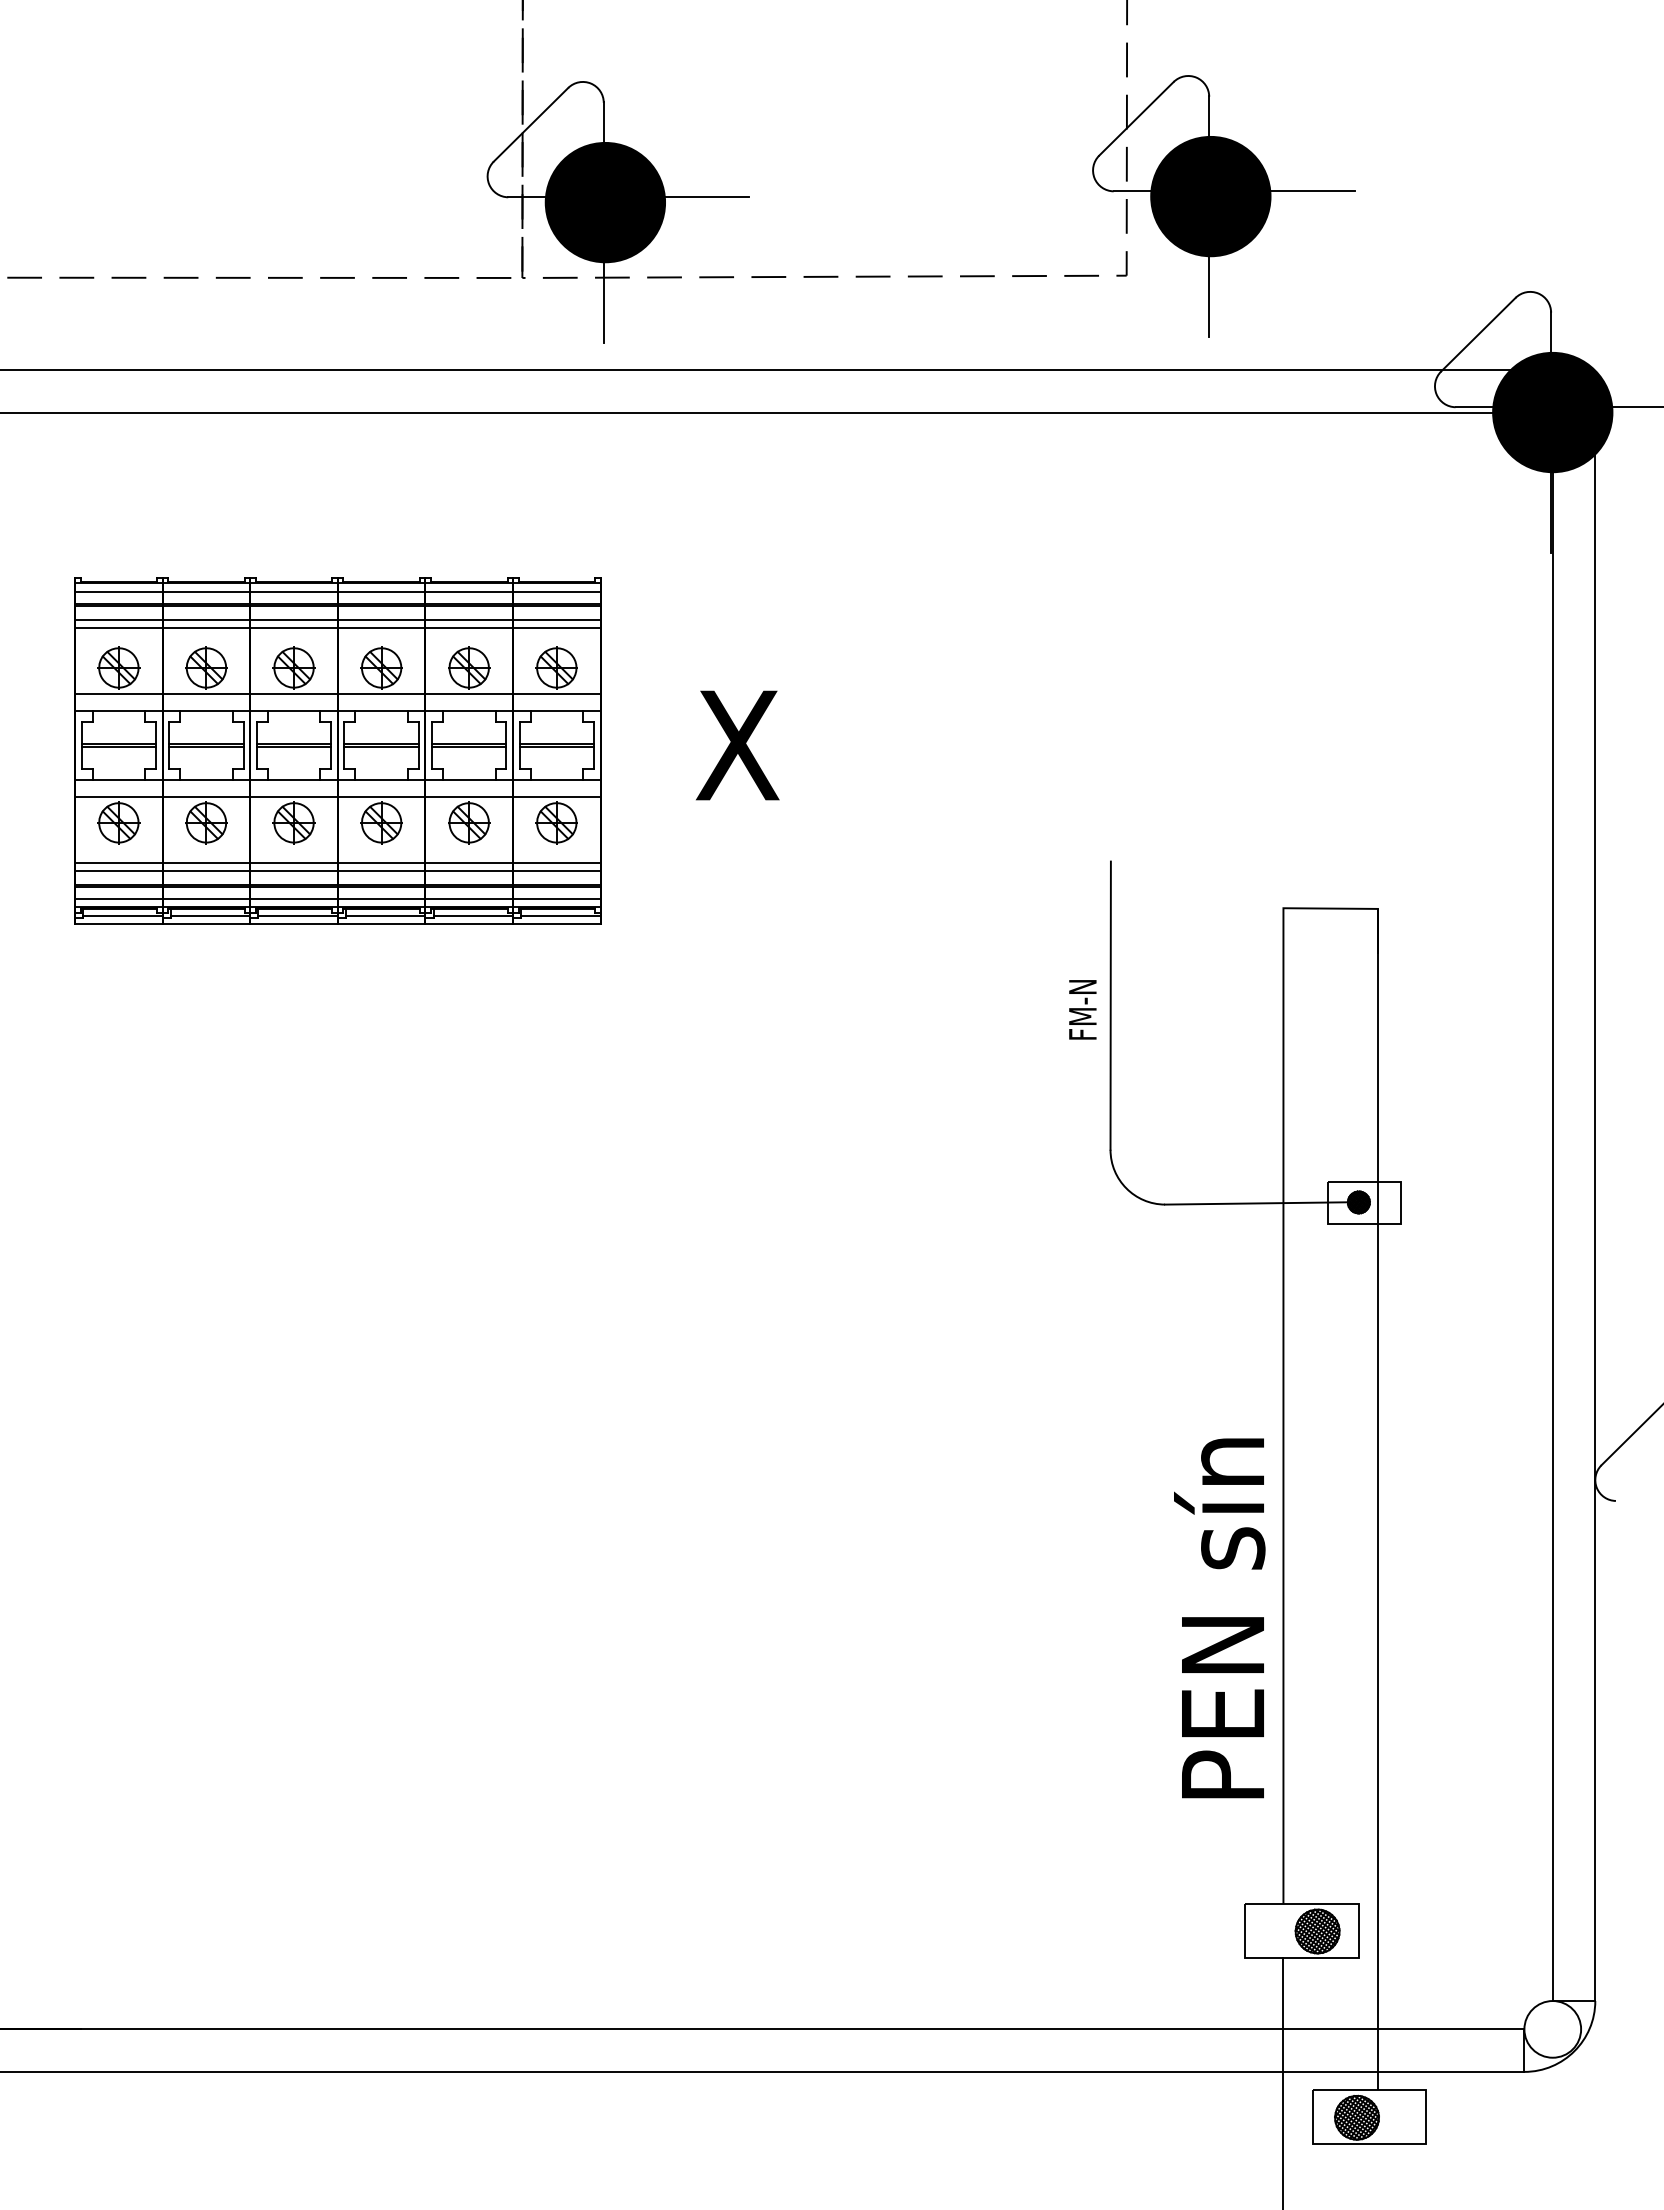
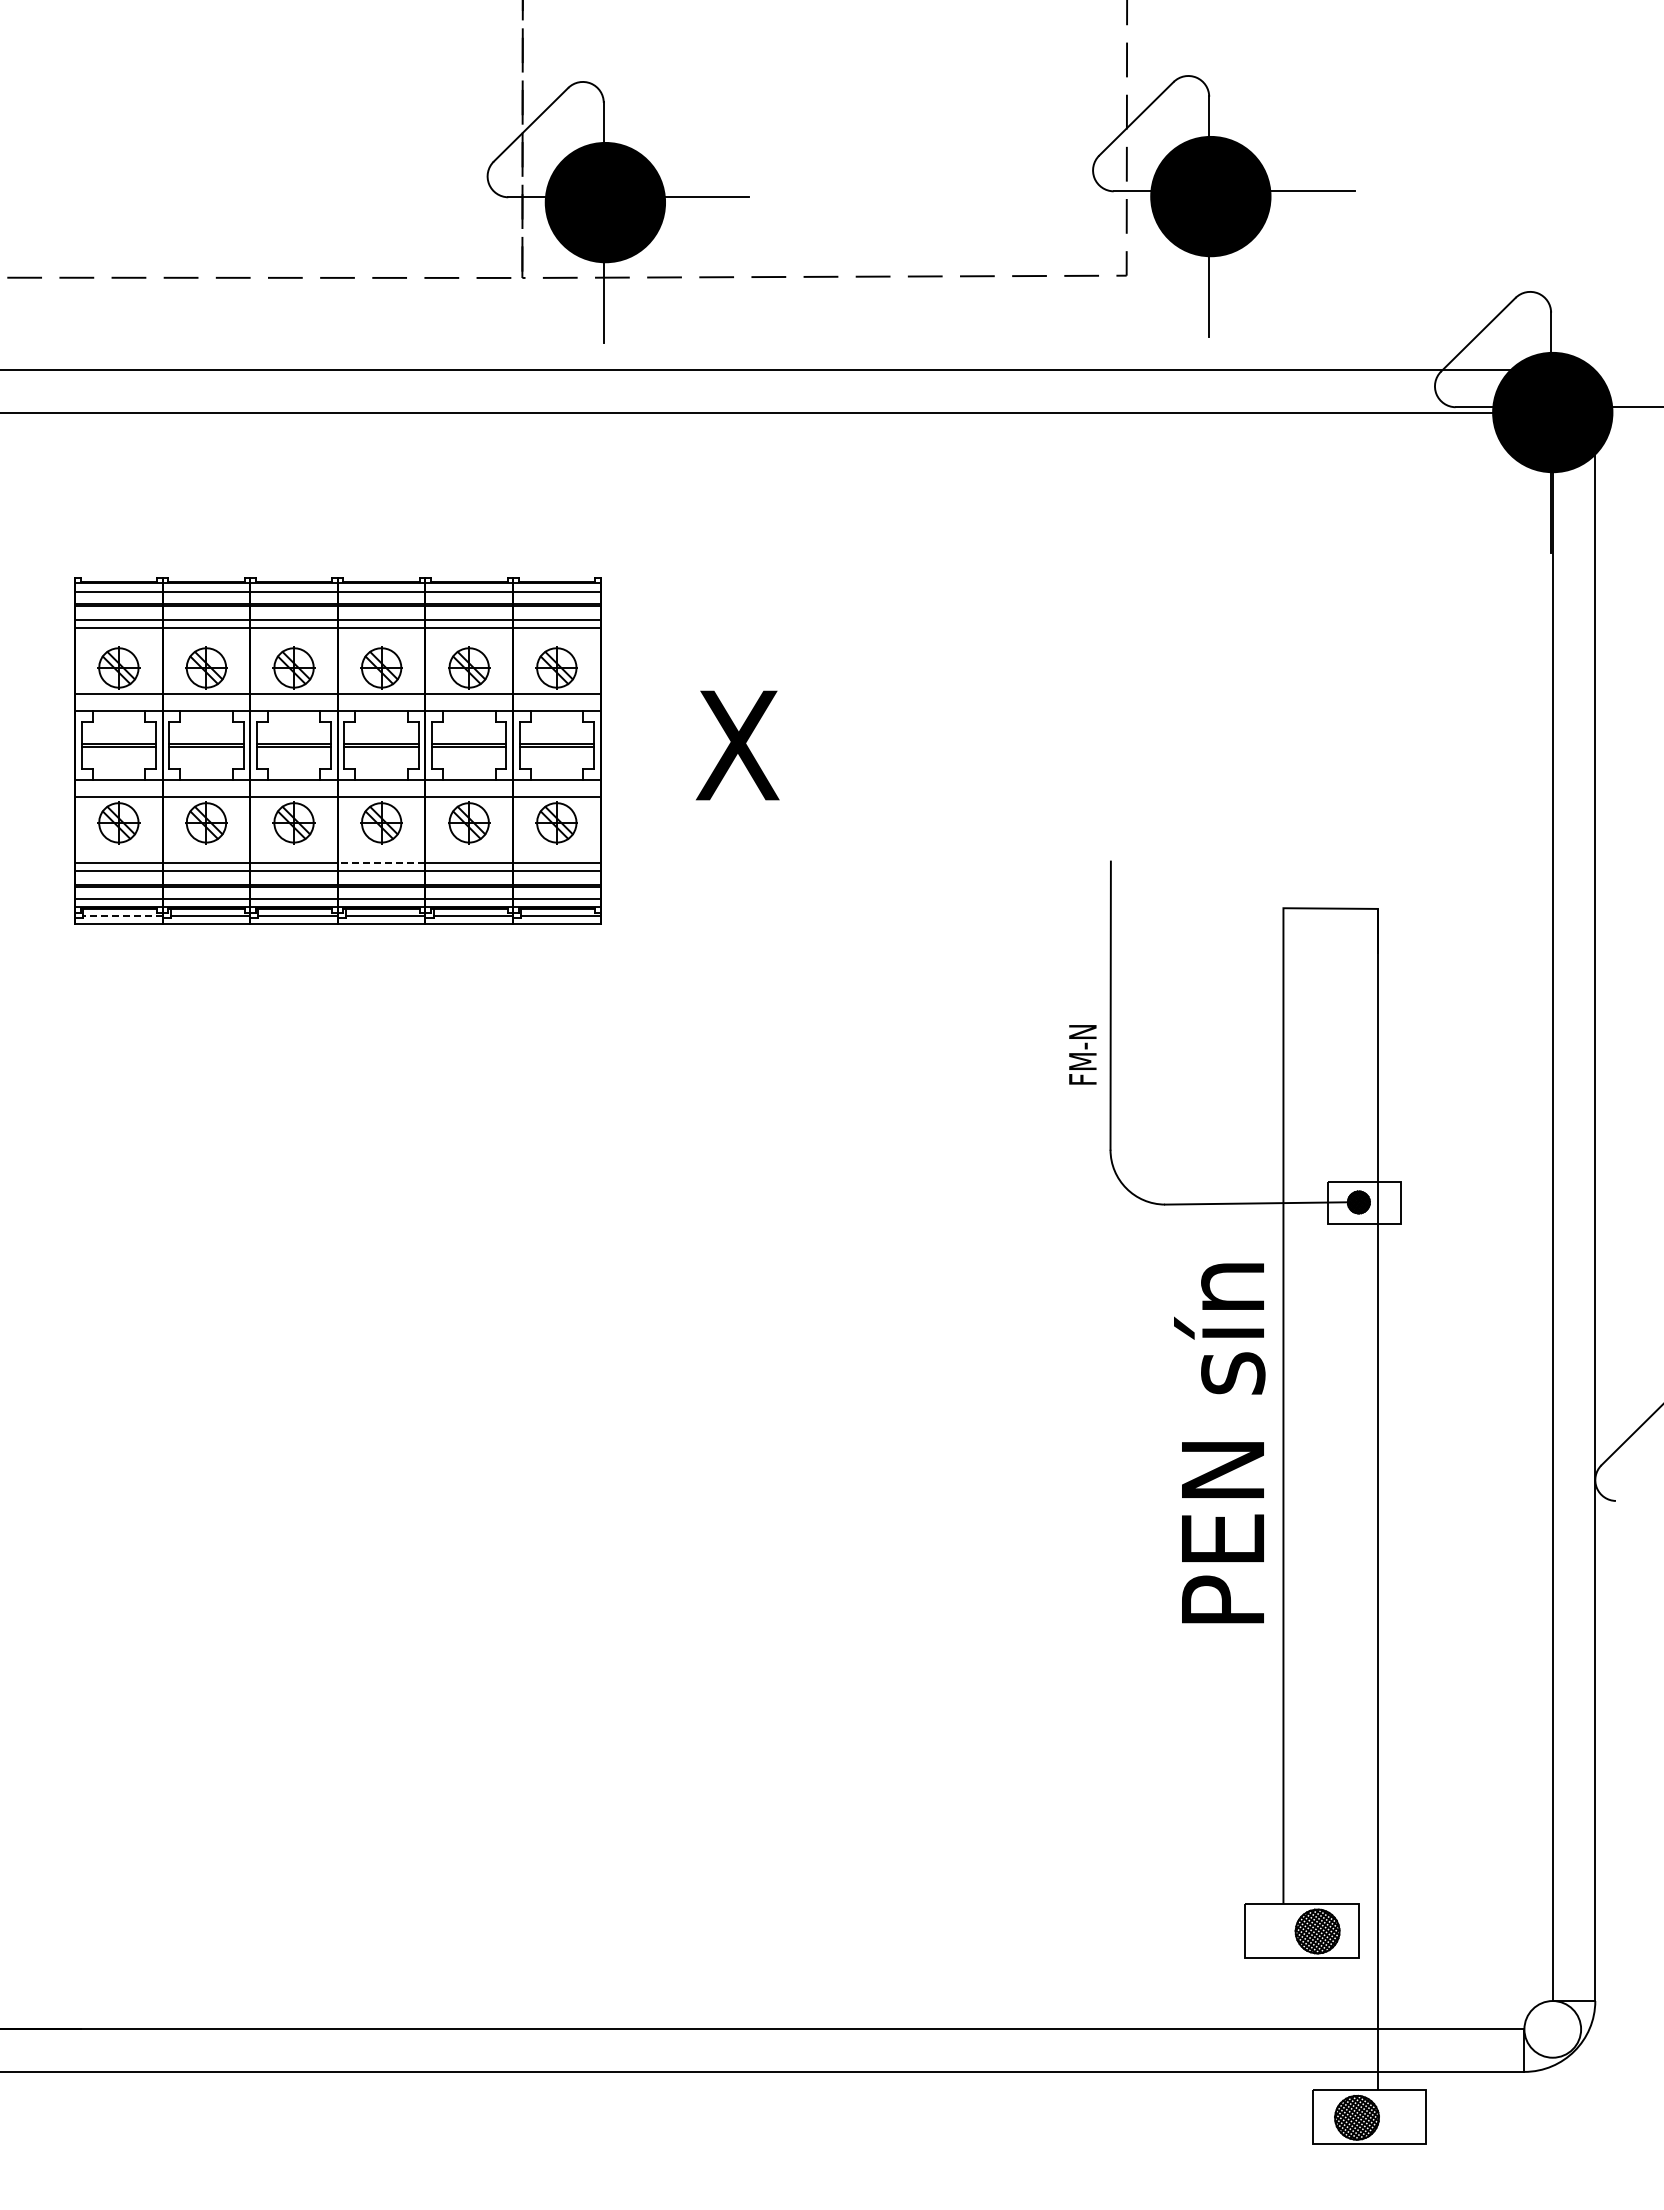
line at (381, 862): solid -> dashed
line at (122, 915): solid -> dashed
text at (1082, 1009) position: (1082, 1009) -> (1082, 1054)
text at (1219, 1618) position: (1219, 1618) -> (1219, 1443)
line at (1283, 2081): present -> none
